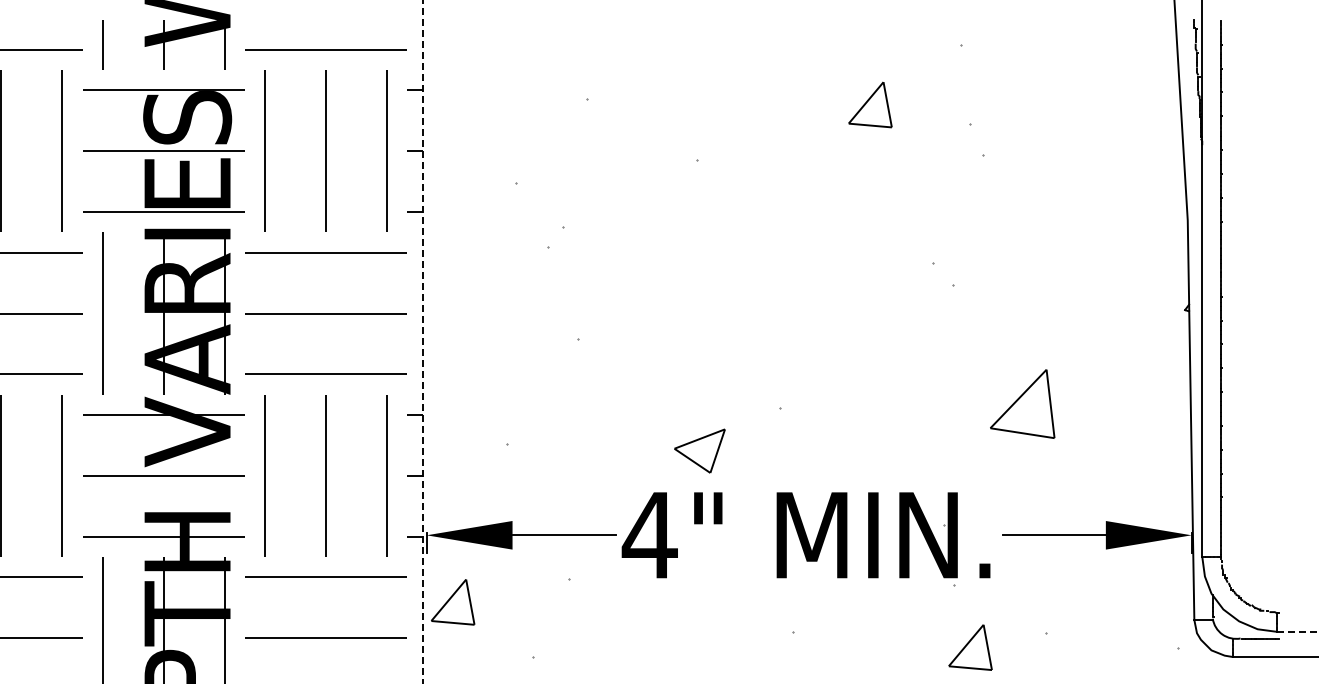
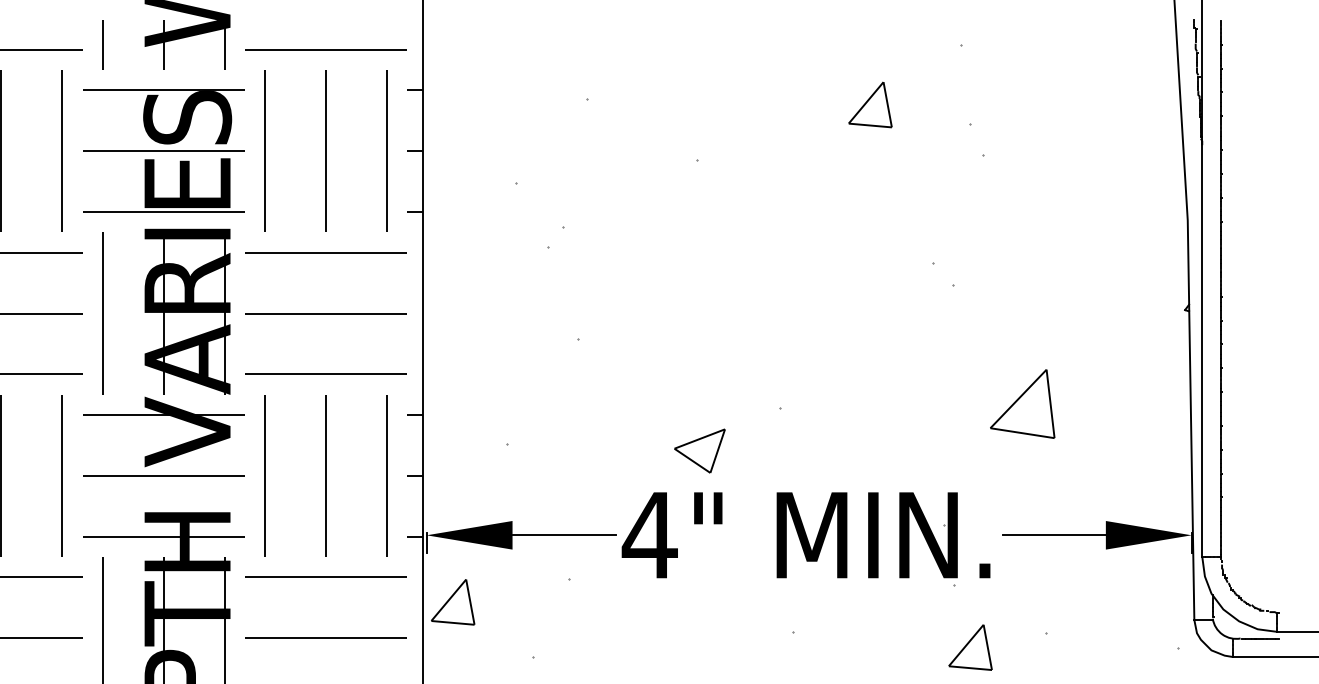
line at (422, 342): dashed -> solid
line at (1298, 631): dashed -> solid
